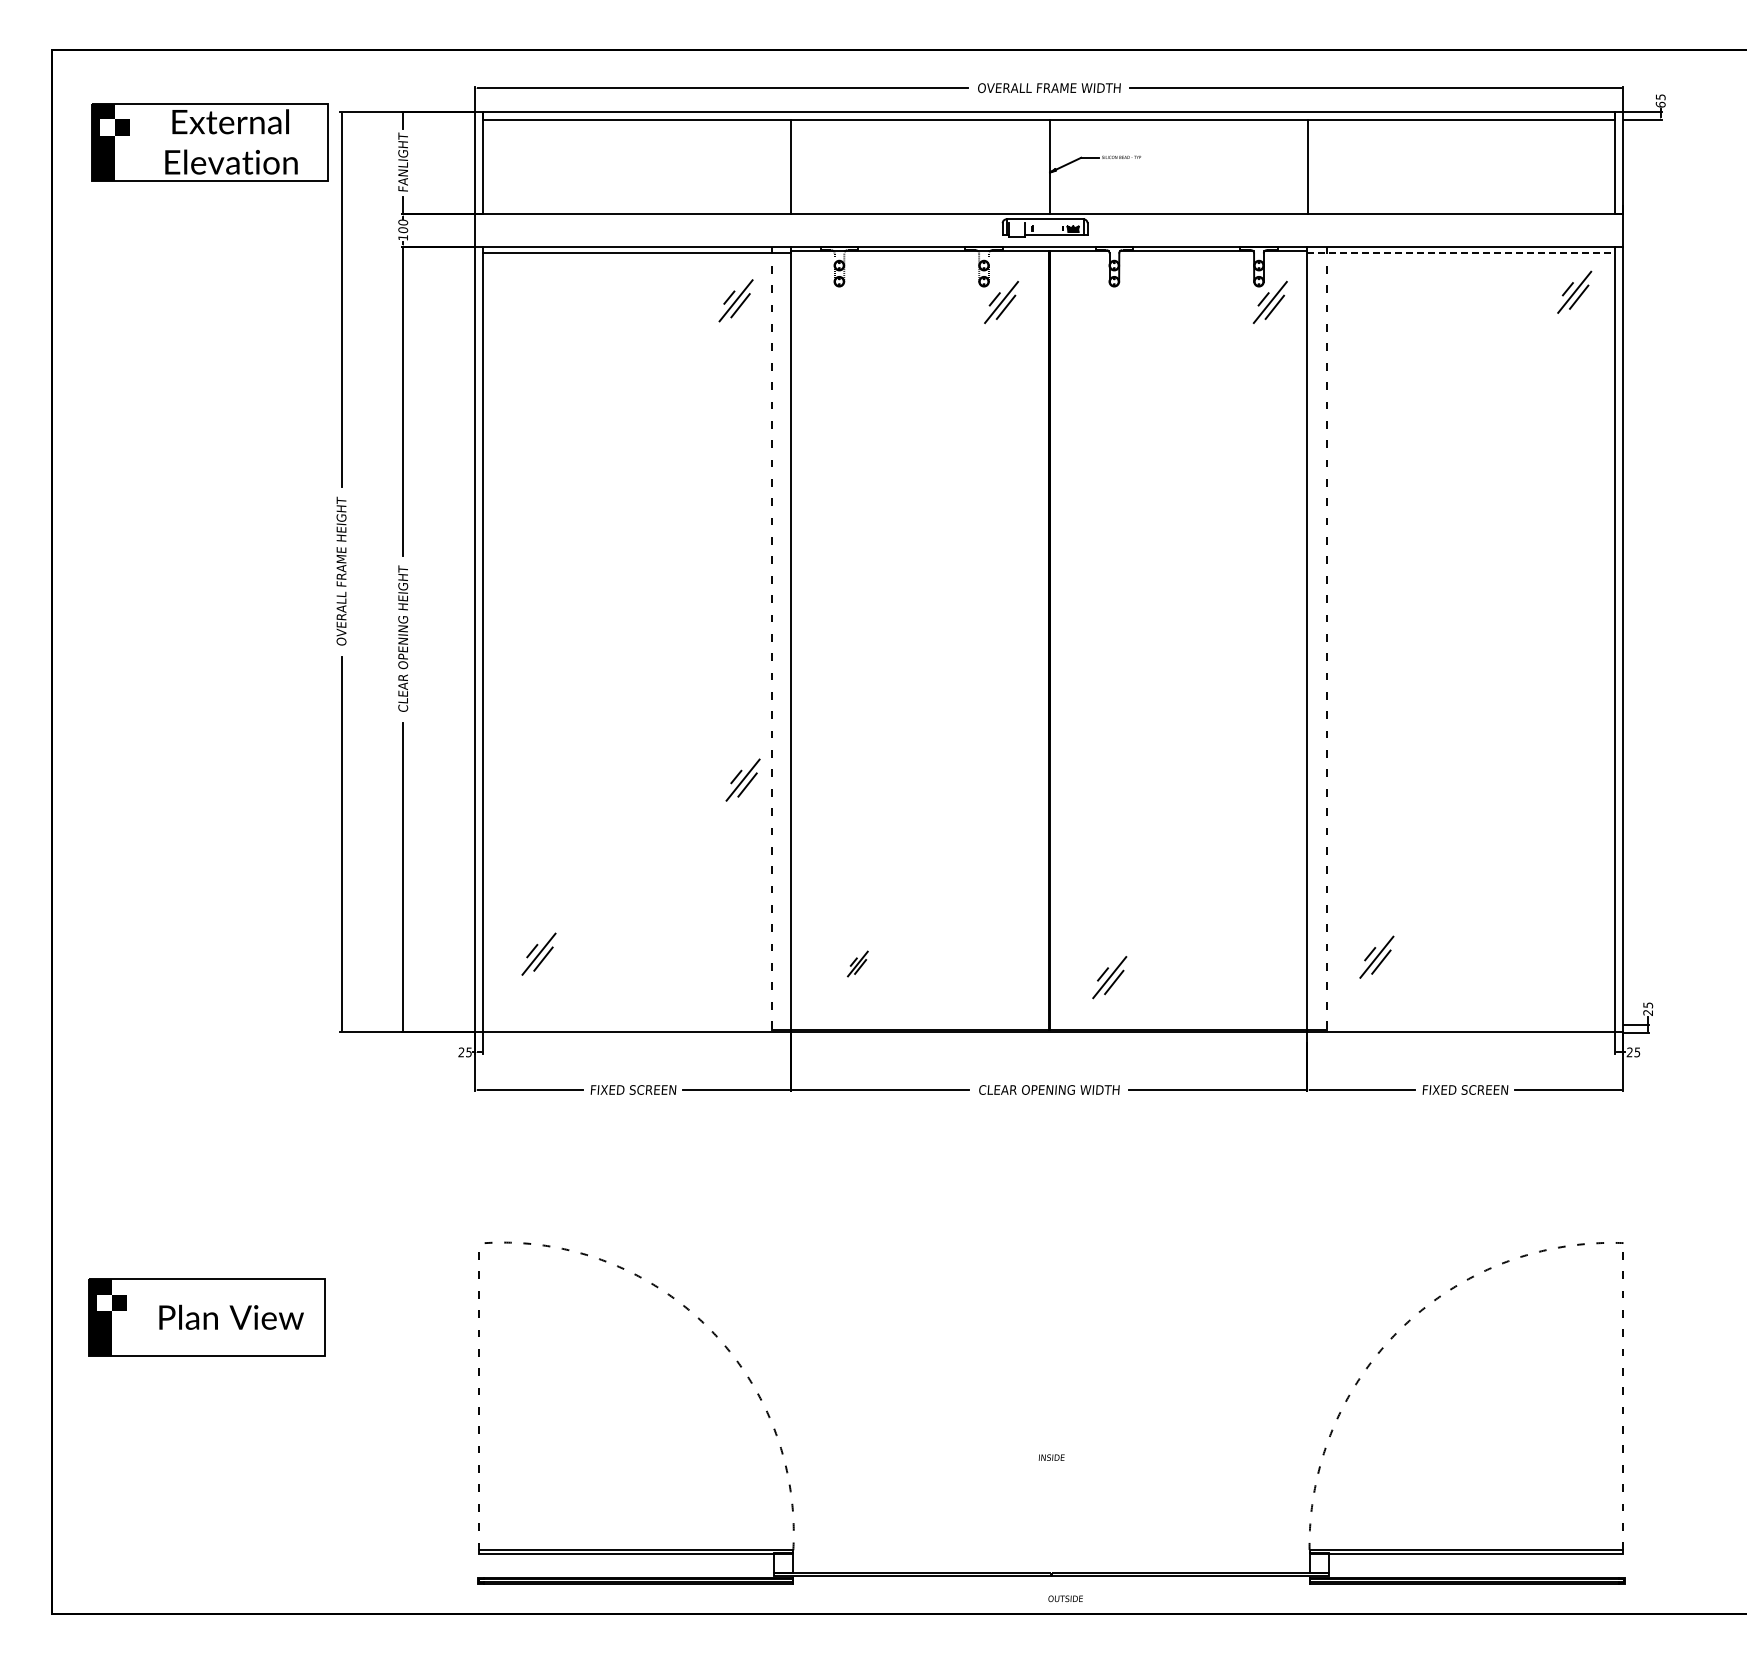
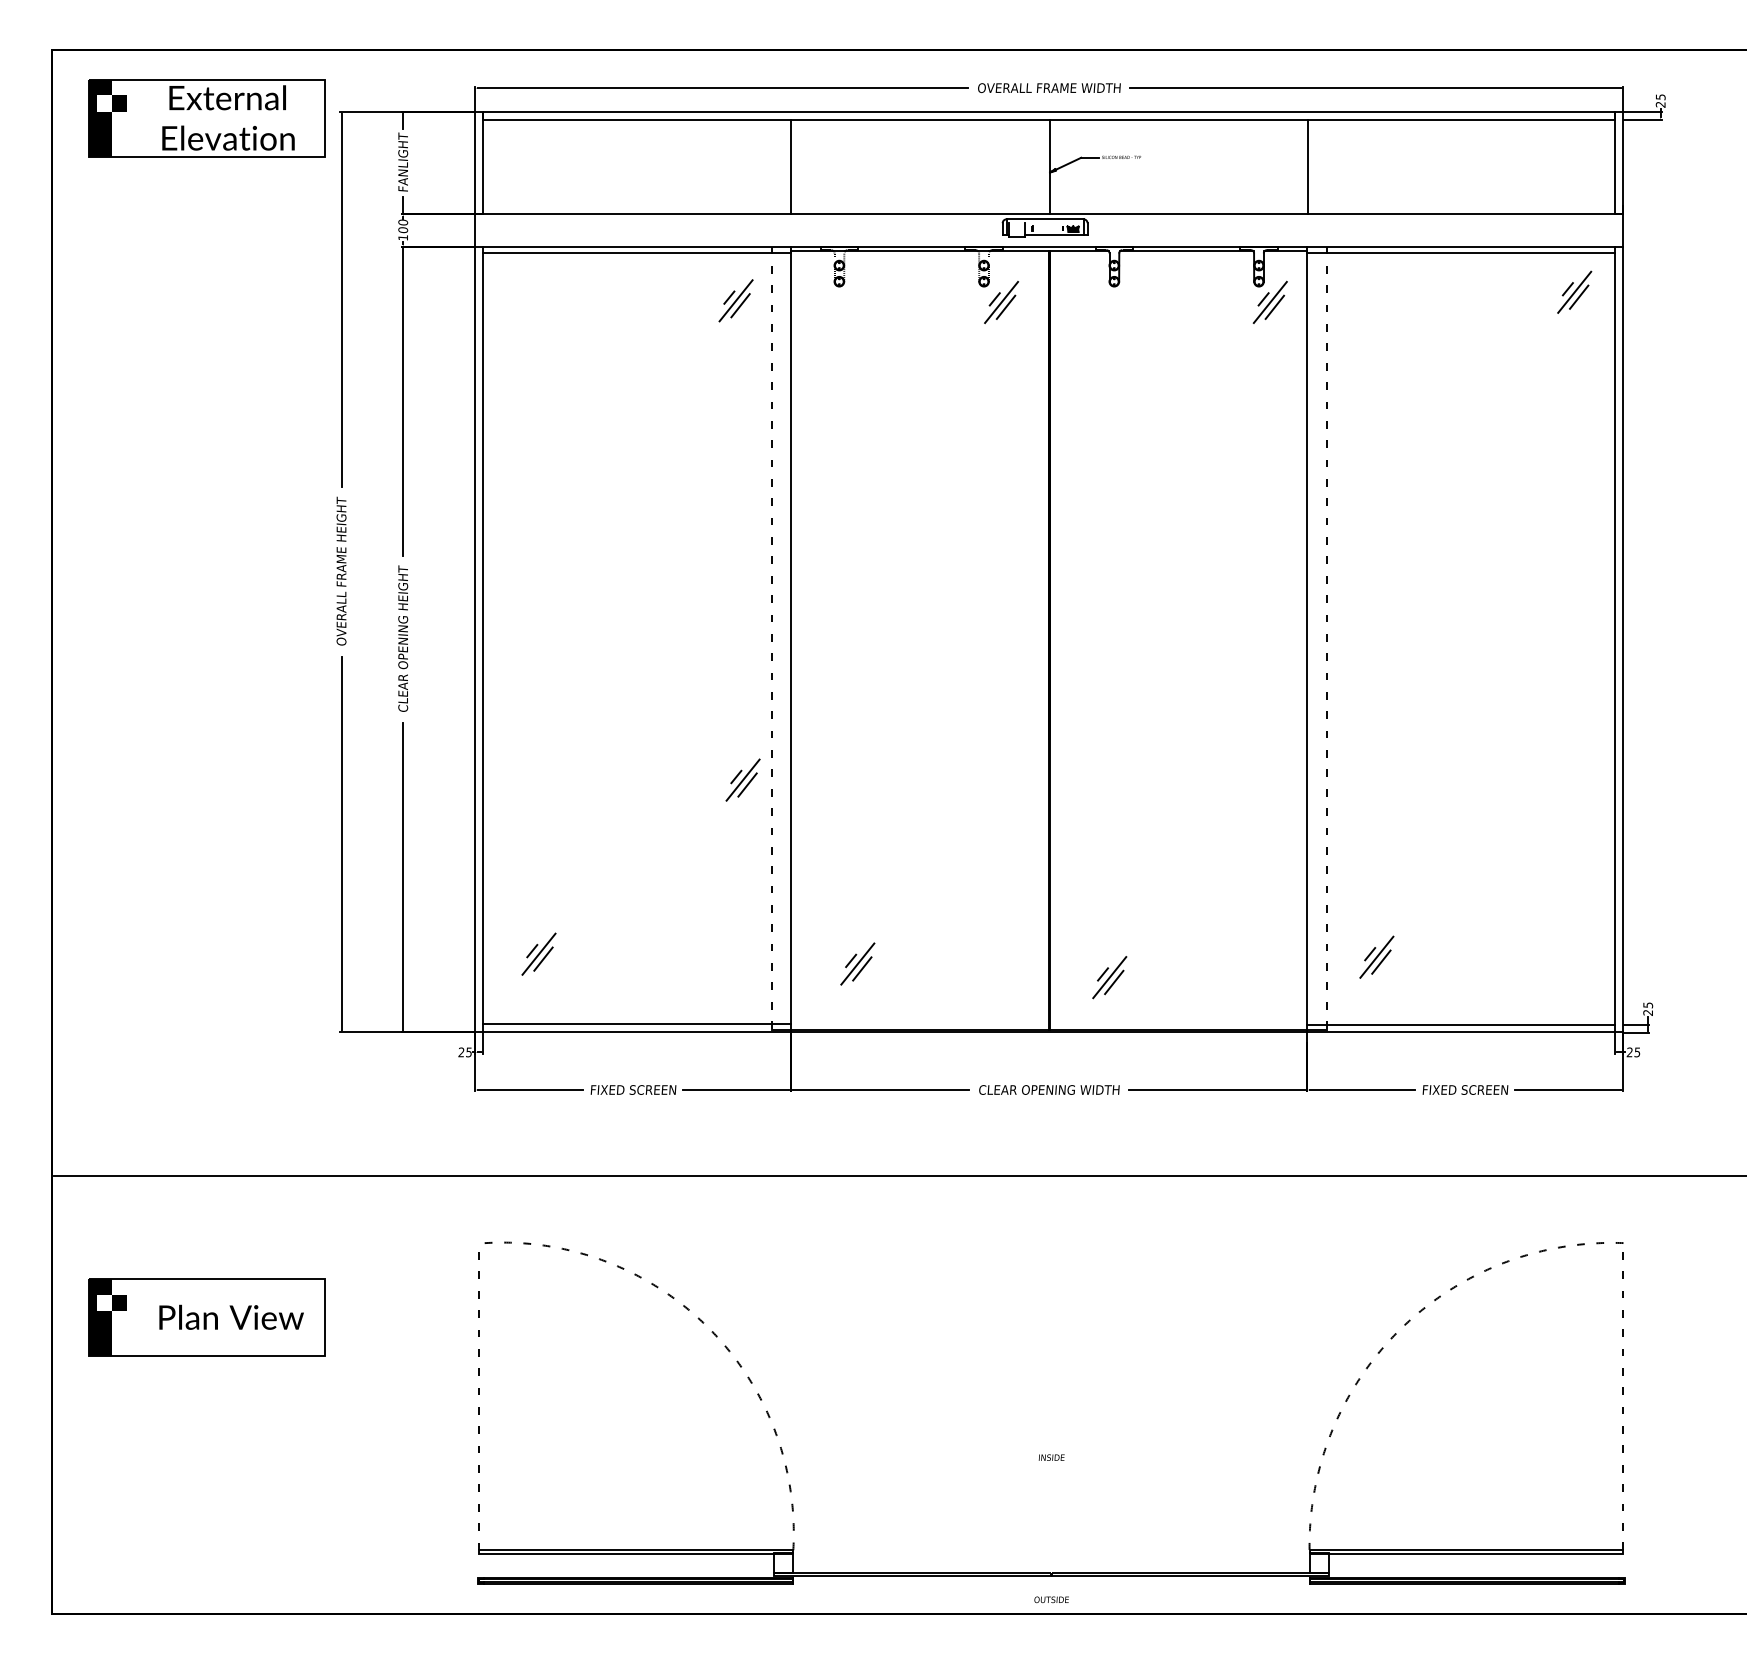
text at (1660, 104): 65 -> 25
part at (209, 142) position: (209, 142) -> (206, 118)
line at (1461, 253): dashed -> solid
part at (857, 963) size: 22x28 px -> 36x44 px
line at (637, 1024): none -> present
line at (1460, 1025): none -> present
line at (898, 1175): none -> present
text at (1065, 1598) position: (1065, 1598) -> (1051, 1599)
